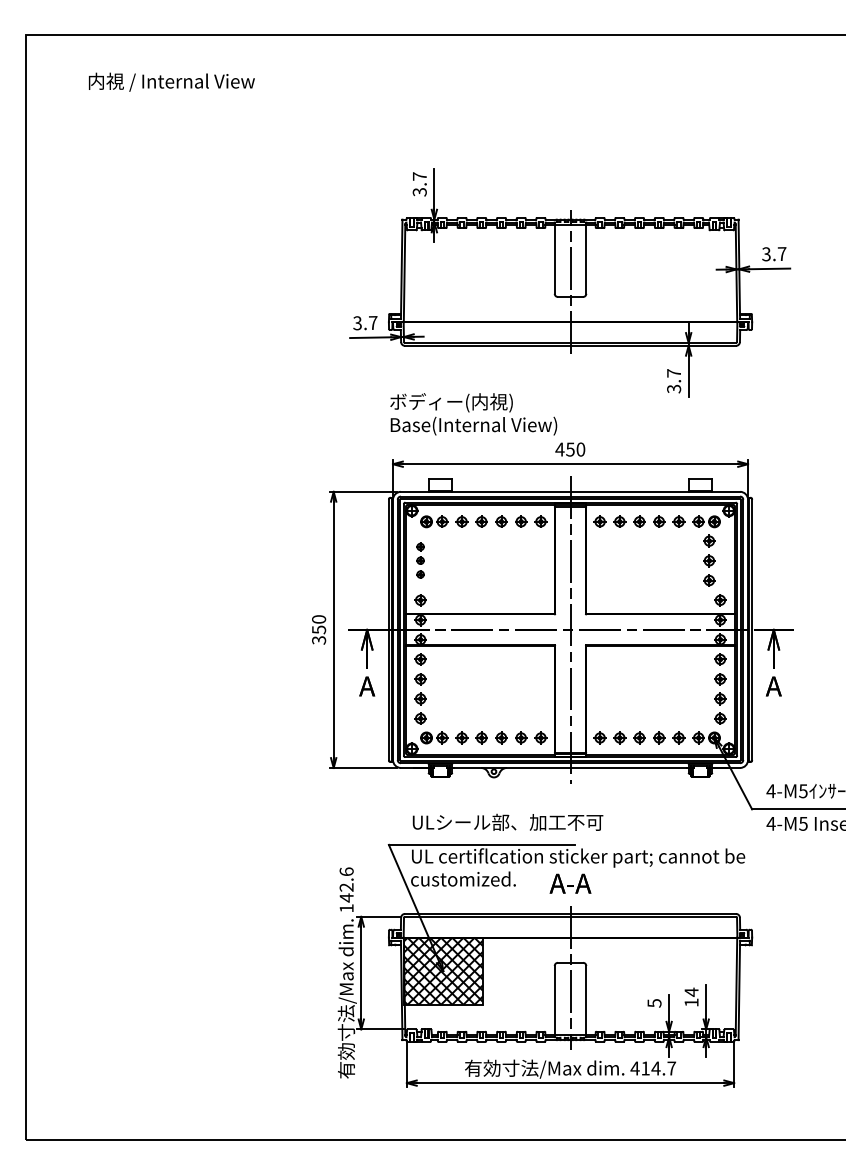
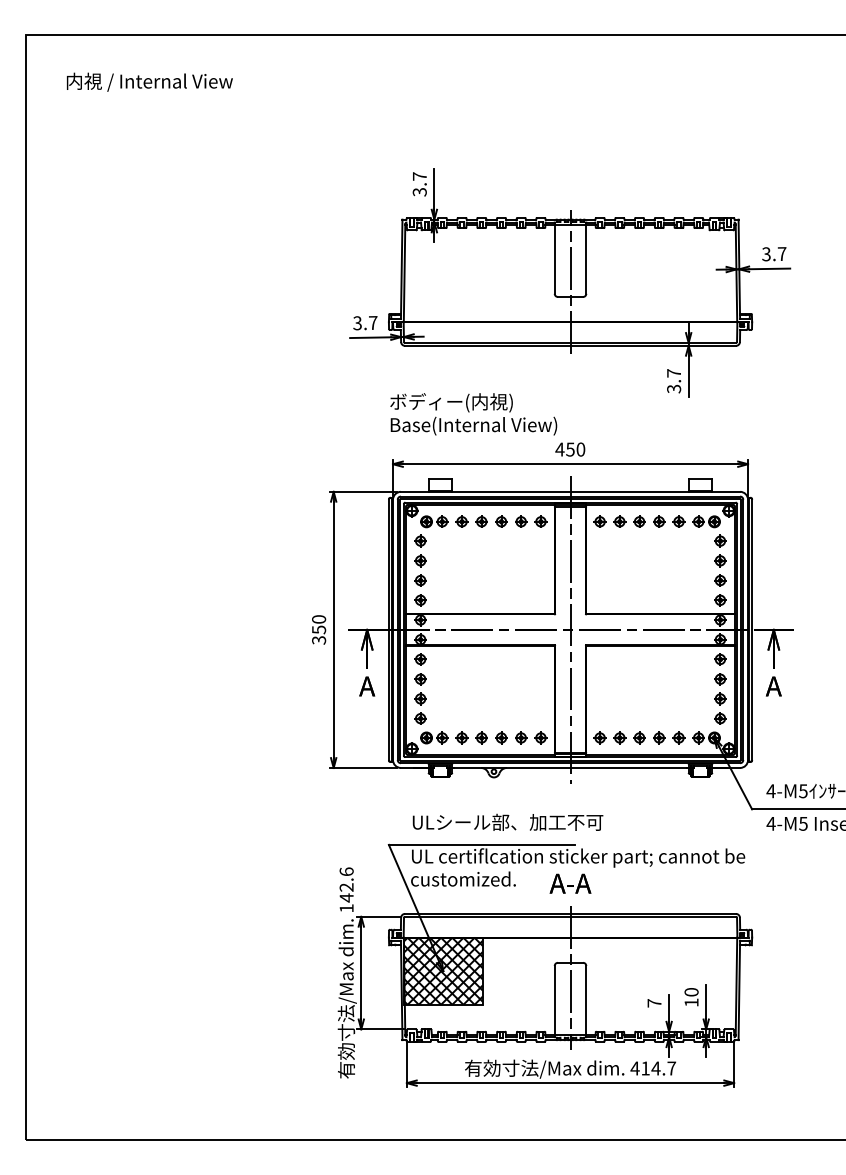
text at (171, 81) position: (171, 81) -> (149, 81)
part at (420, 560) size: 9x37 px -> 13x53 px
part at (709, 560) position: (709, 560) -> (720, 560)
text at (691, 991): 14 -> 10
text at (654, 1003): 5 -> 7
